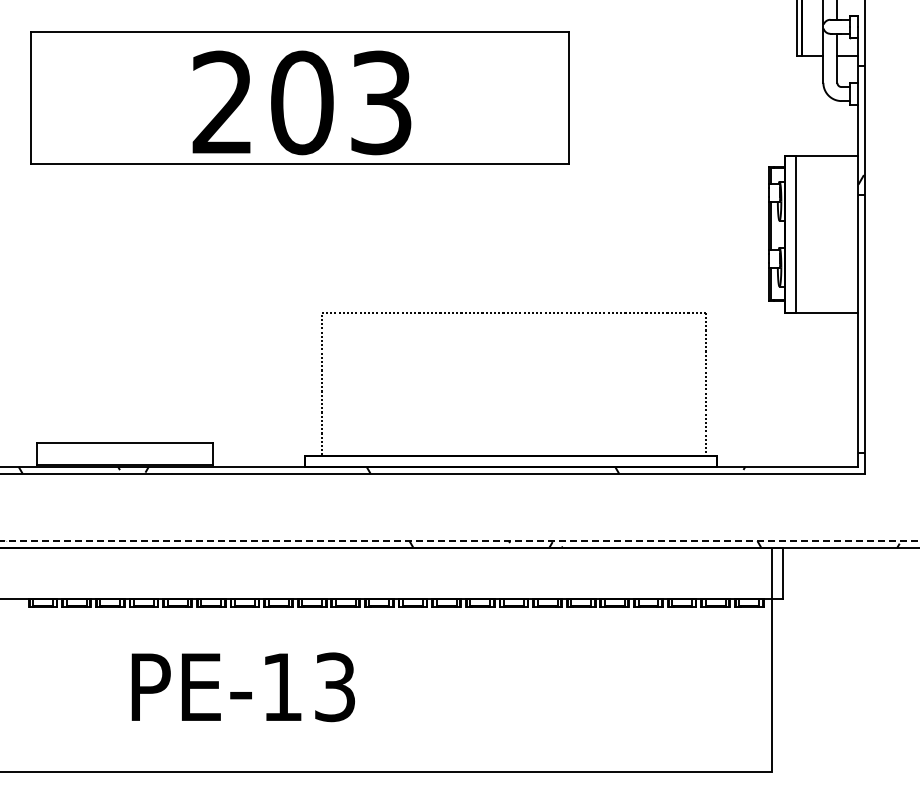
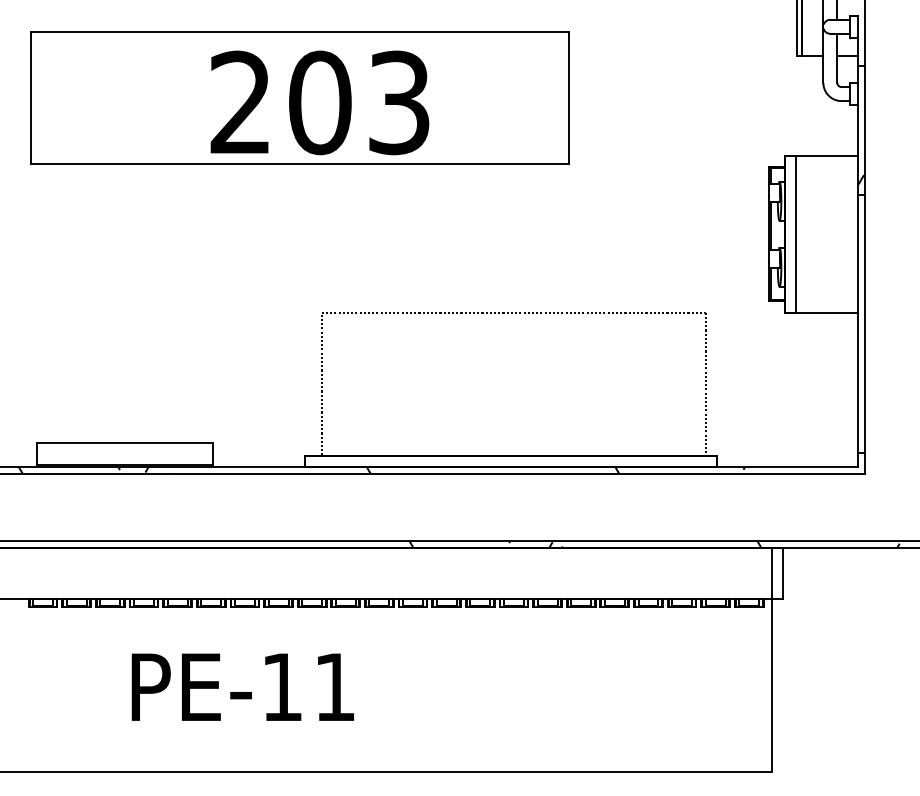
text at (301, 102) position: (301, 102) -> (319, 102)
line at (460, 541): dashed -> solid
text at (335, 687): PE-13 -> PE-11
